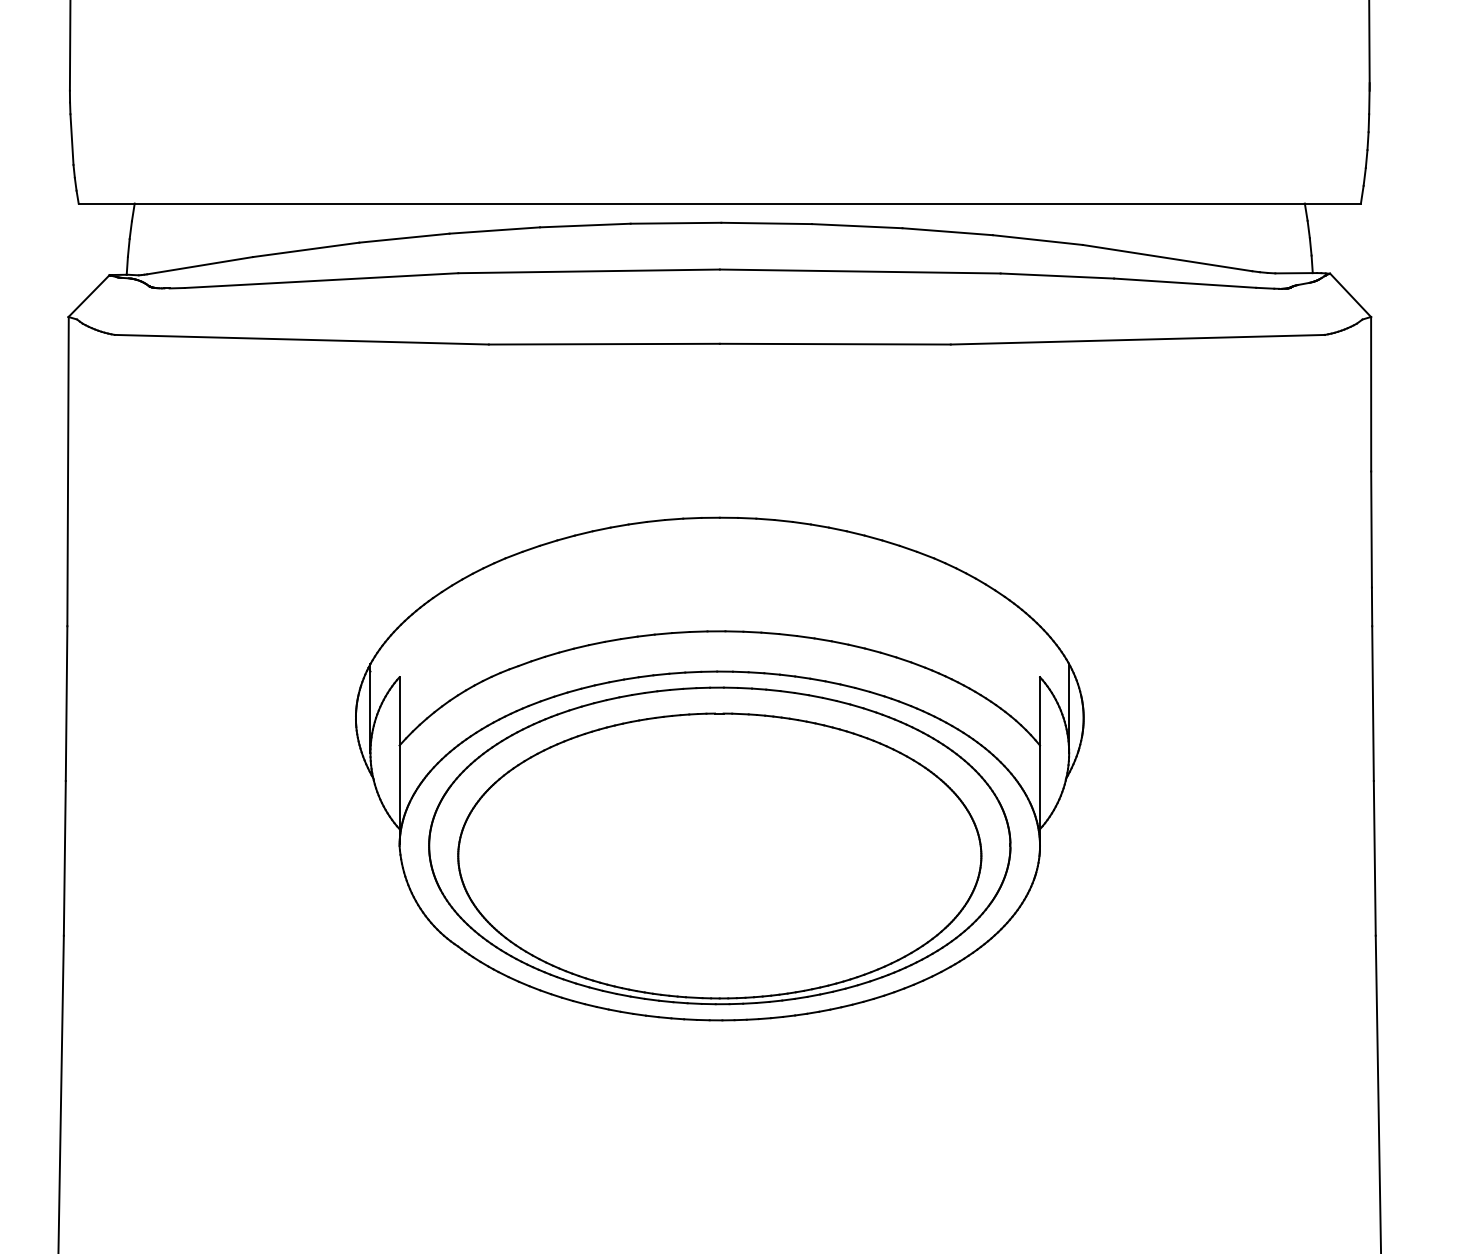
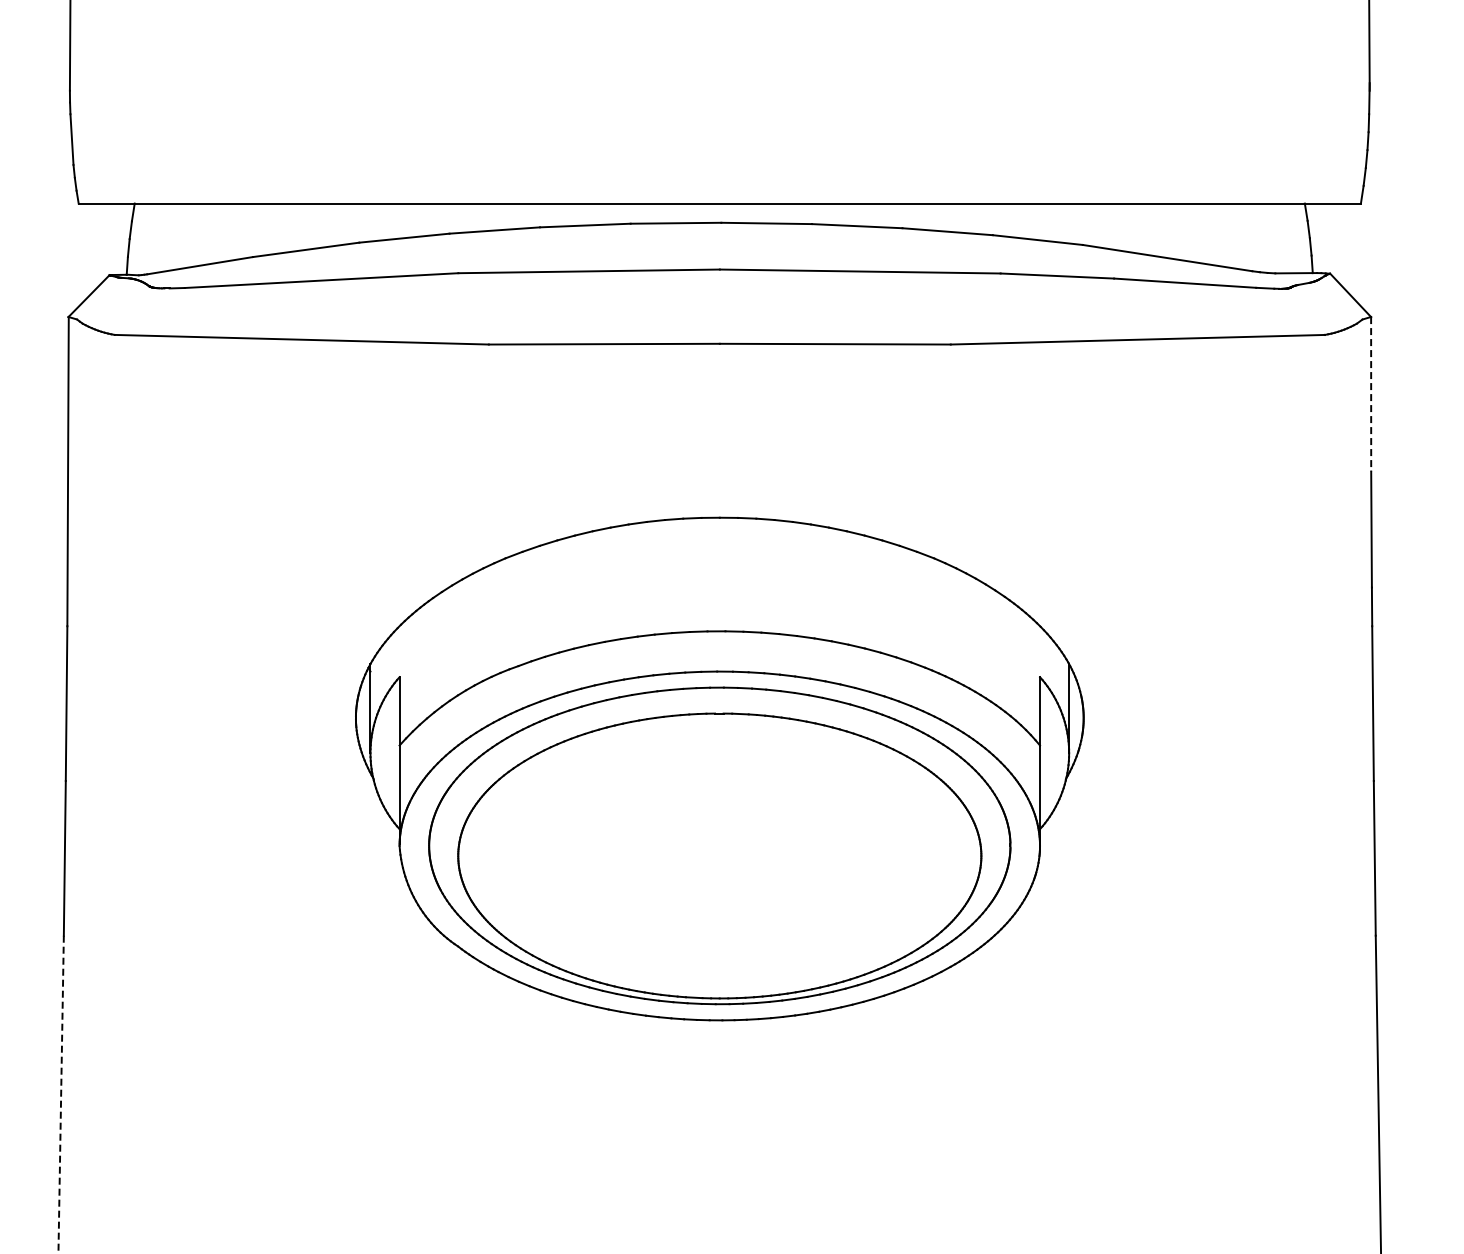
line at (1371, 394): solid -> dashed
line at (61, 1094): solid -> dashed
